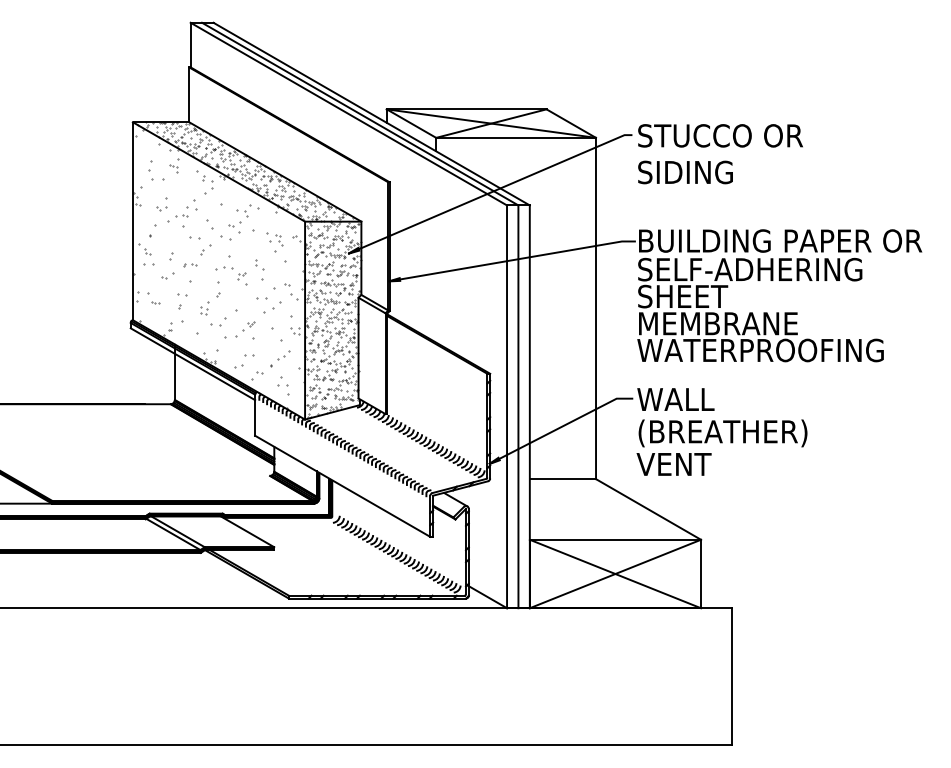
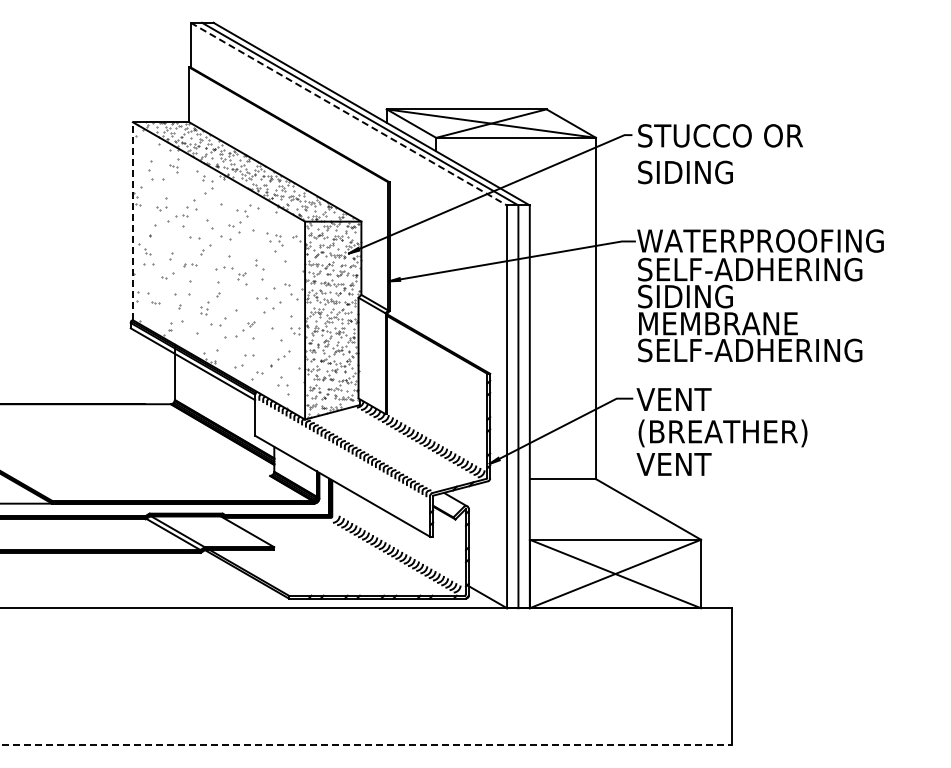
line at (348, 114): solid -> dashed
line at (132, 221): solid -> dashed
text at (779, 240): BUILDING PAPER OR -> WATERPROOFING
part at (182, 294) size: 11x4 px -> 17x3 px
text at (695, 296): SHEET -> SIDING
text at (760, 350): WATERPROOFING -> SELF-ADHERING
text at (675, 399): WALL -> VENT
line at (366, 745): solid -> dashed
